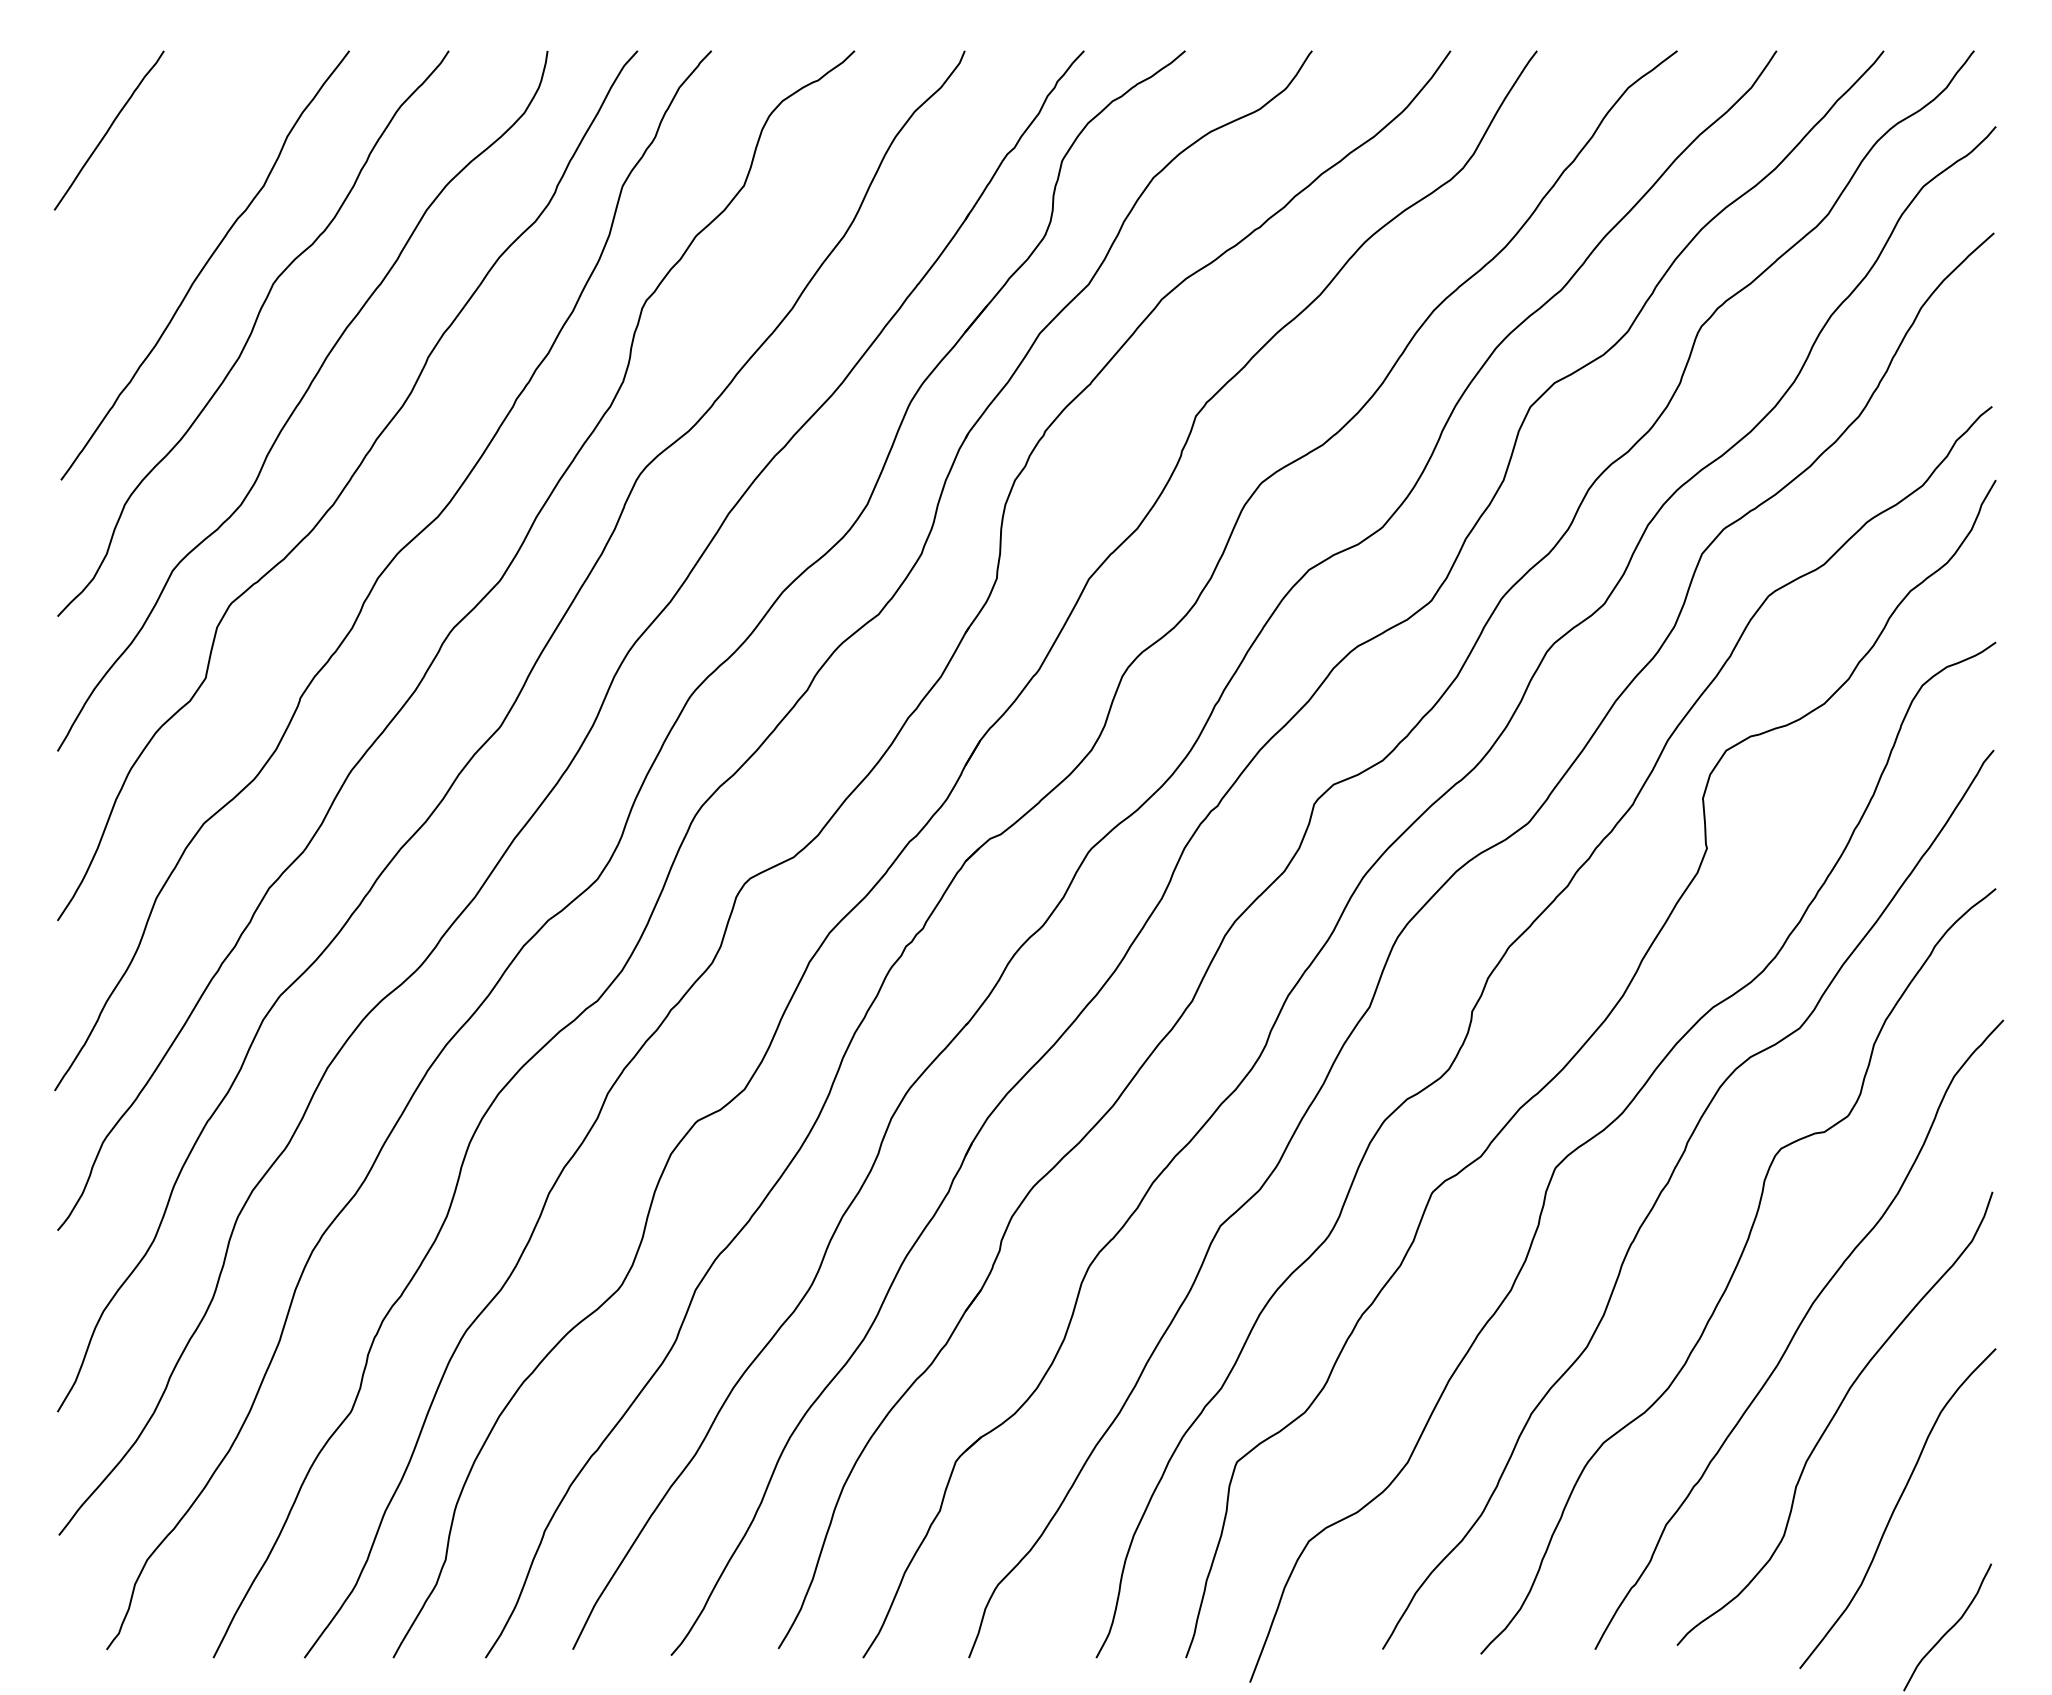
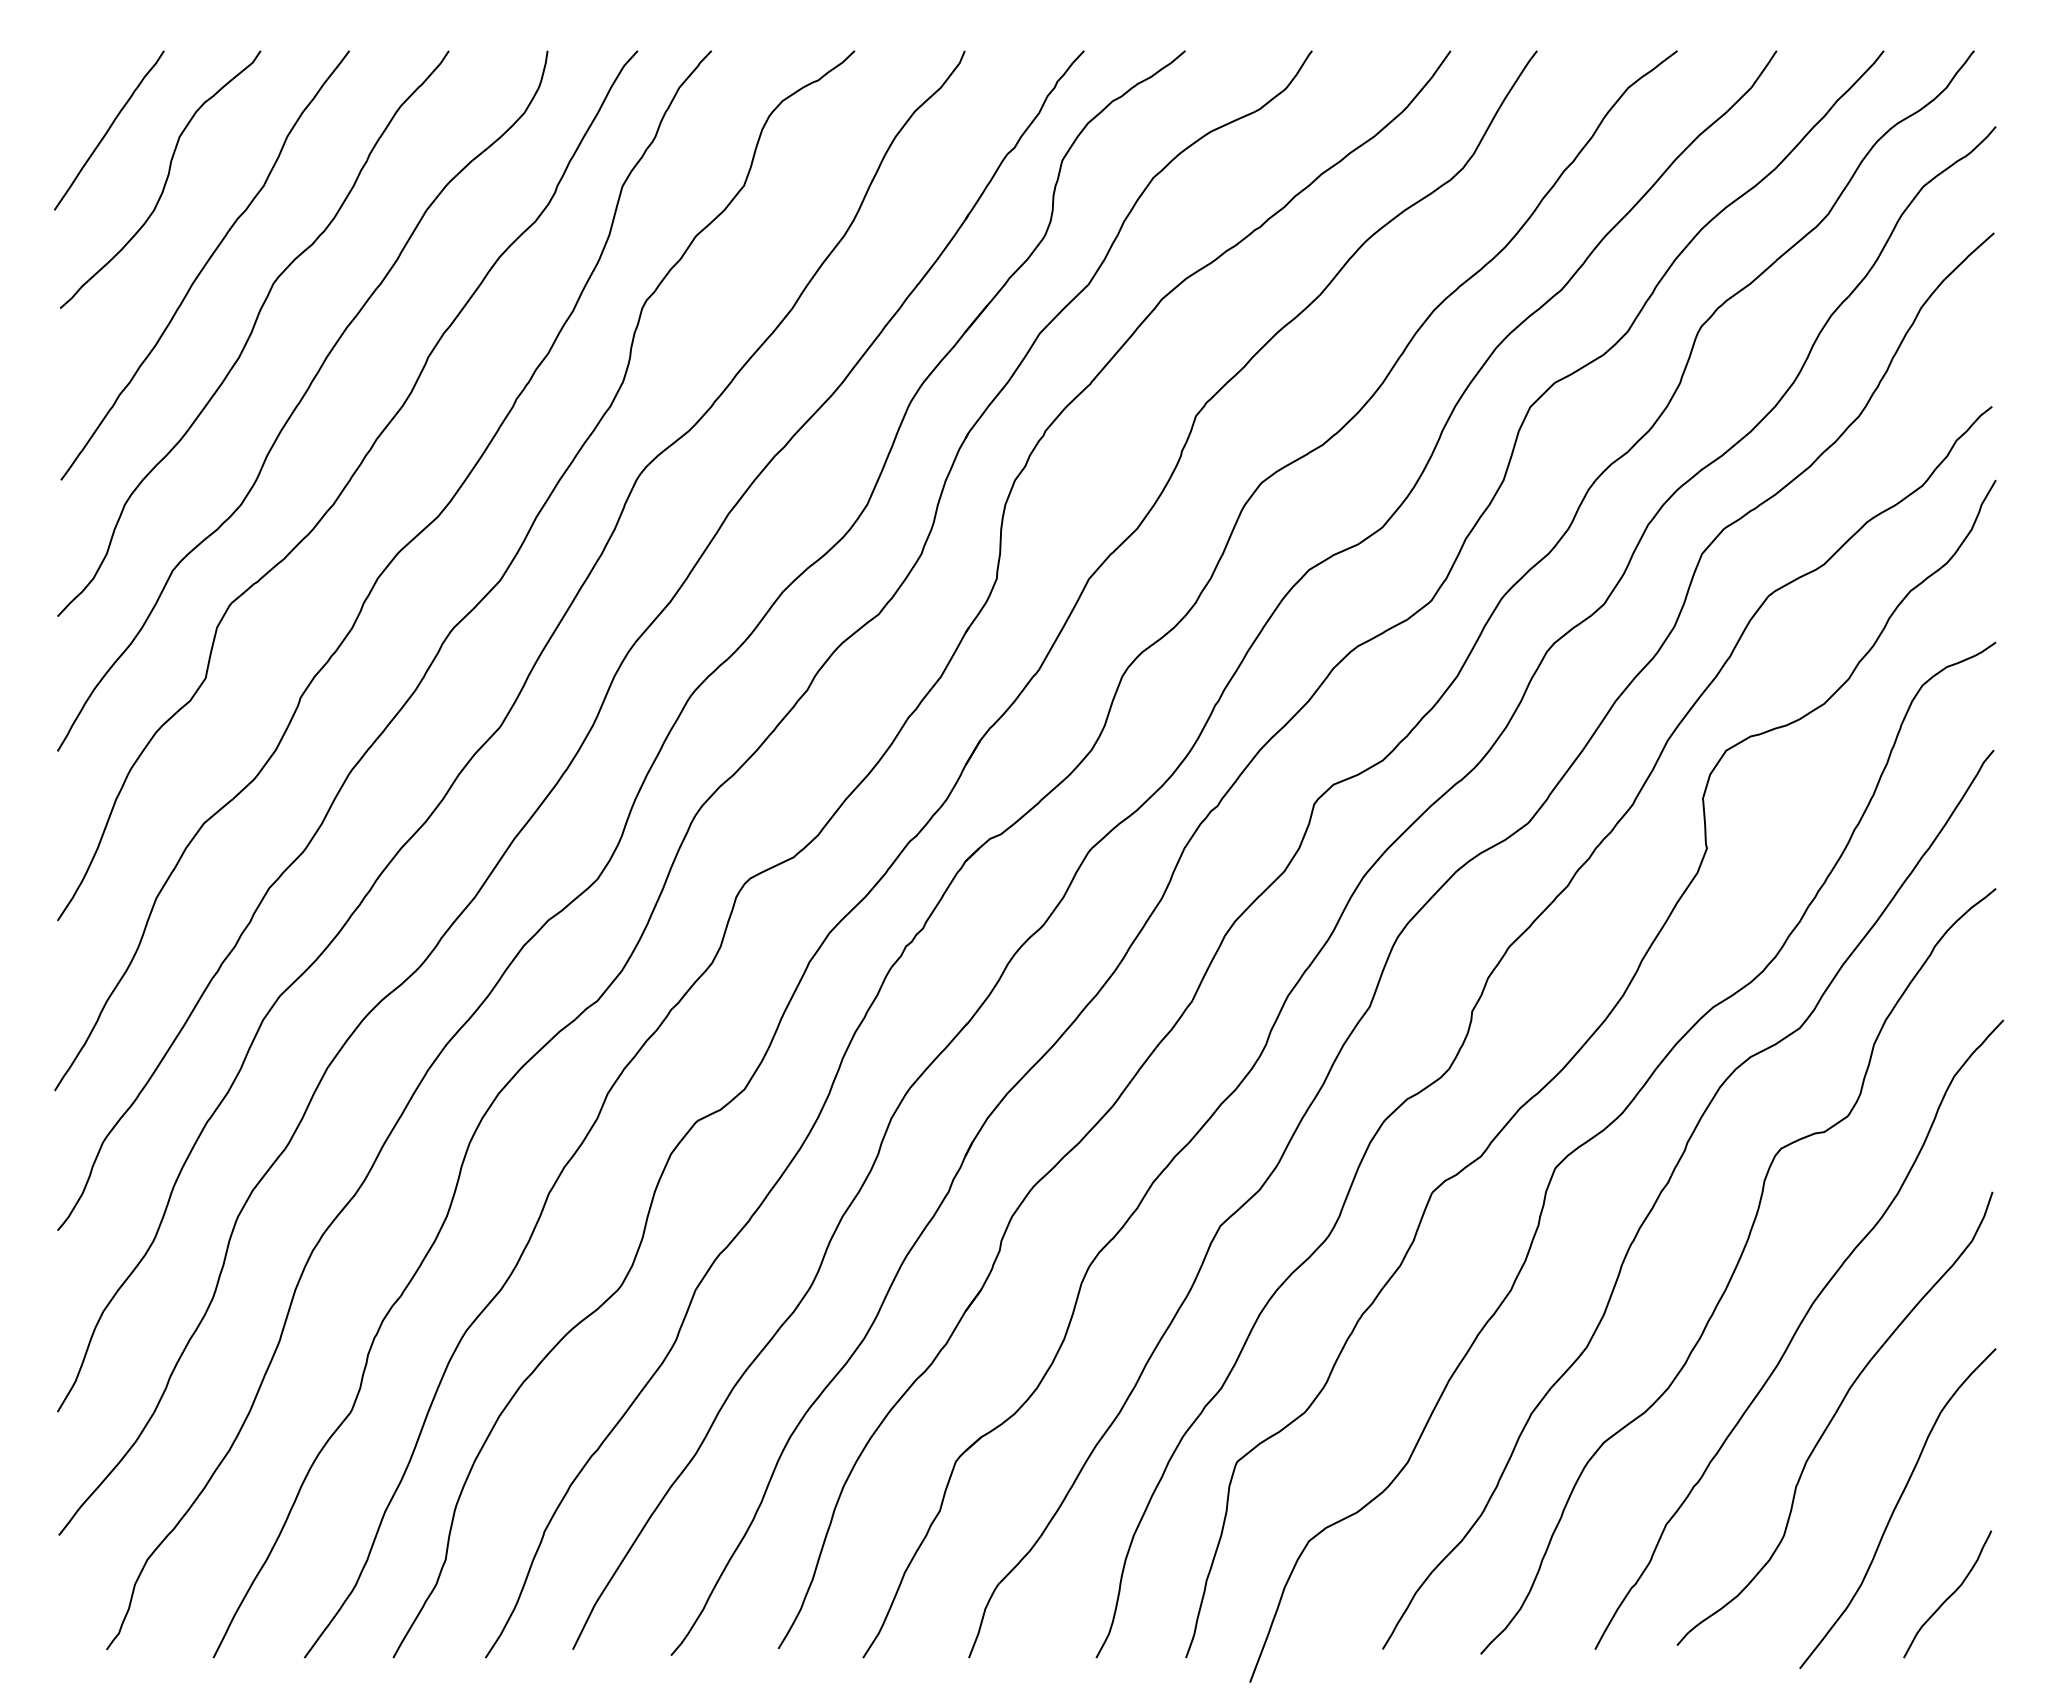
curve at (164, 182): none -> present
curve at (1949, 1628) position: (1949, 1628) -> (1949, 1595)
